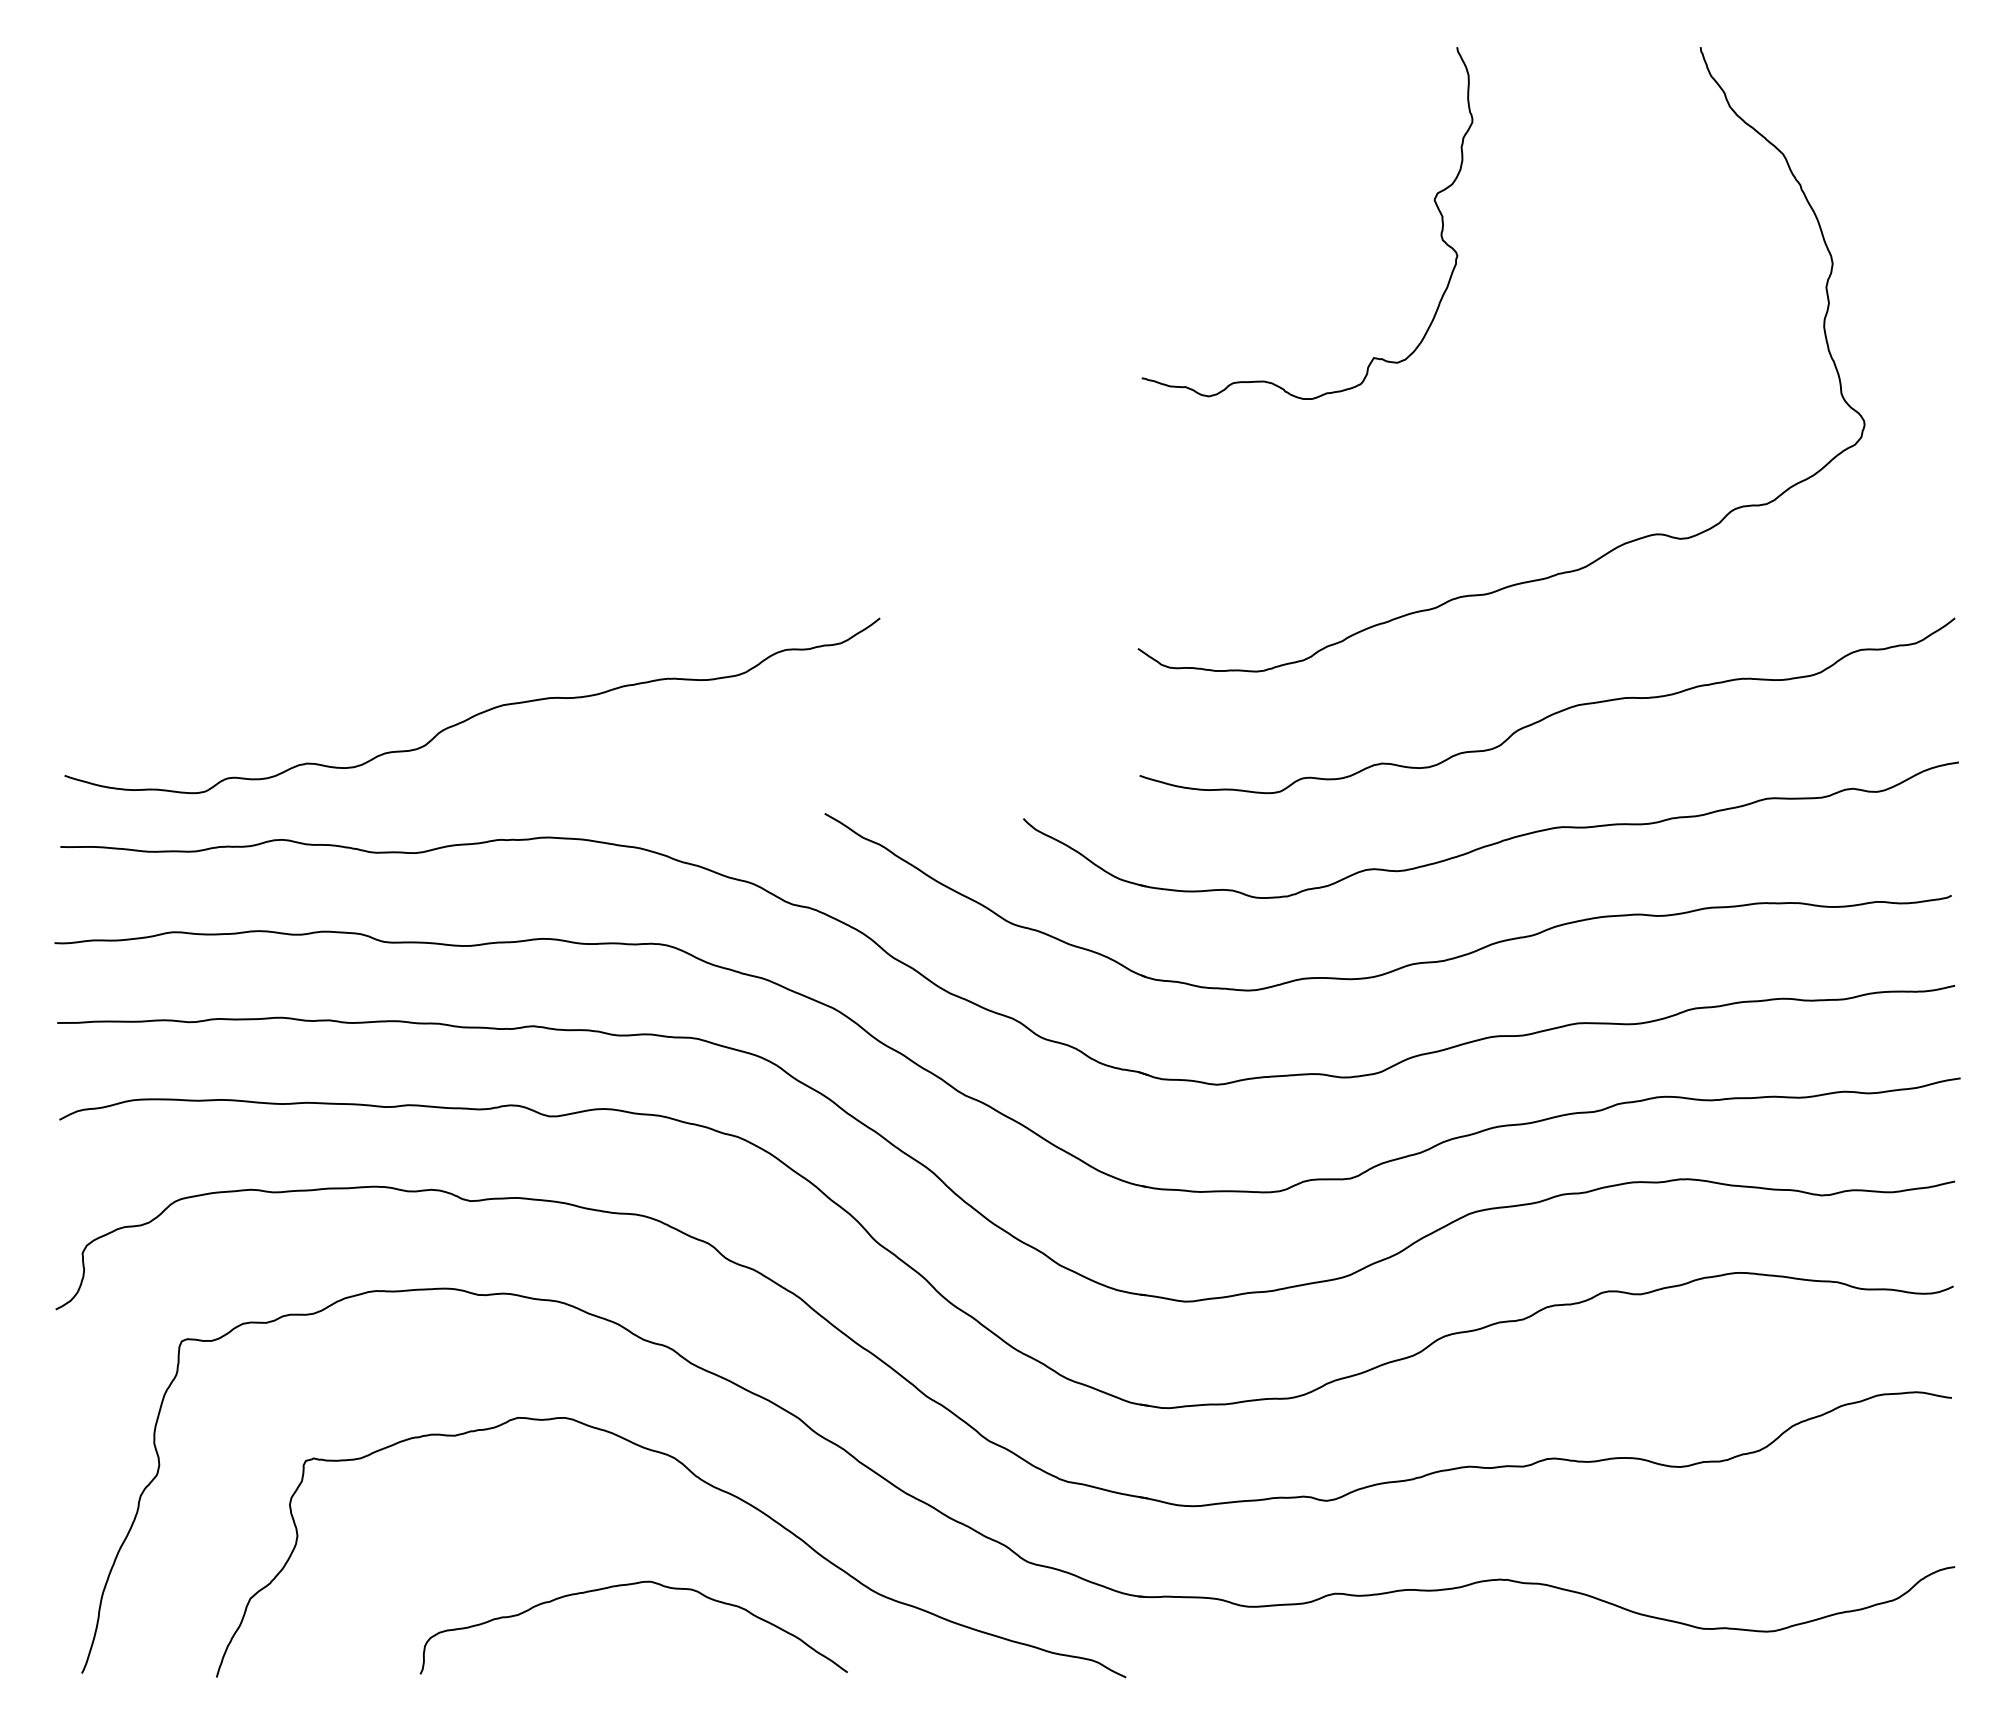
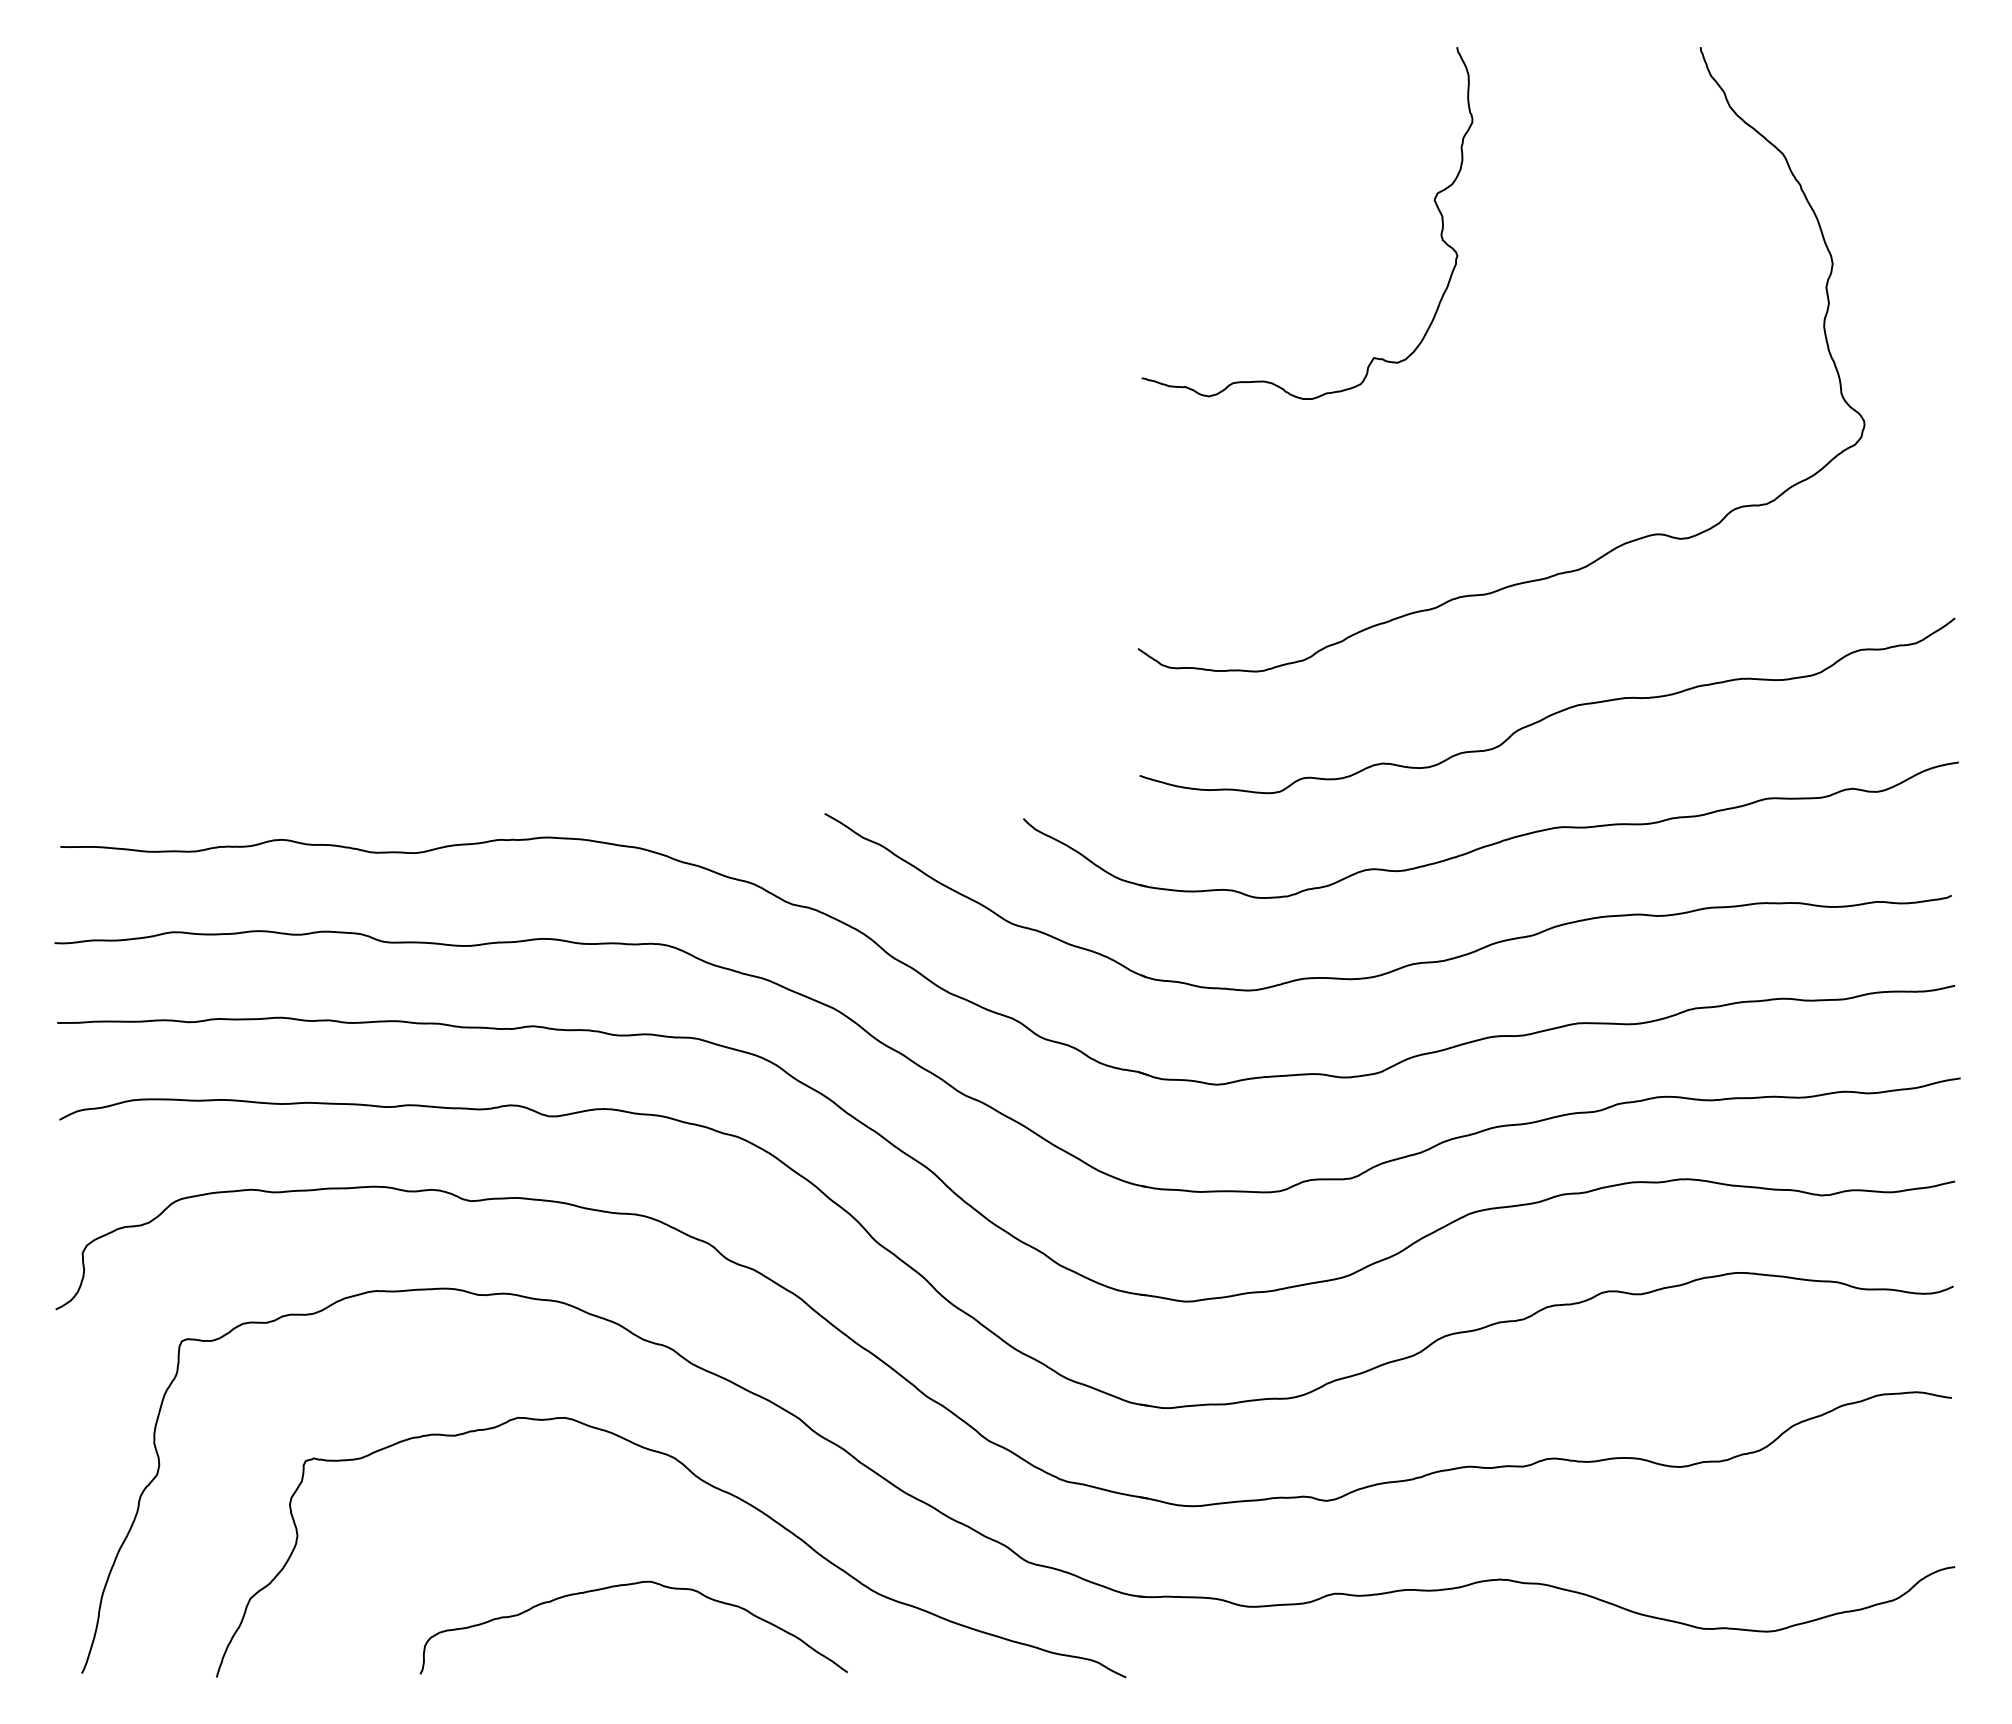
curve at (477, 713): present -> none
